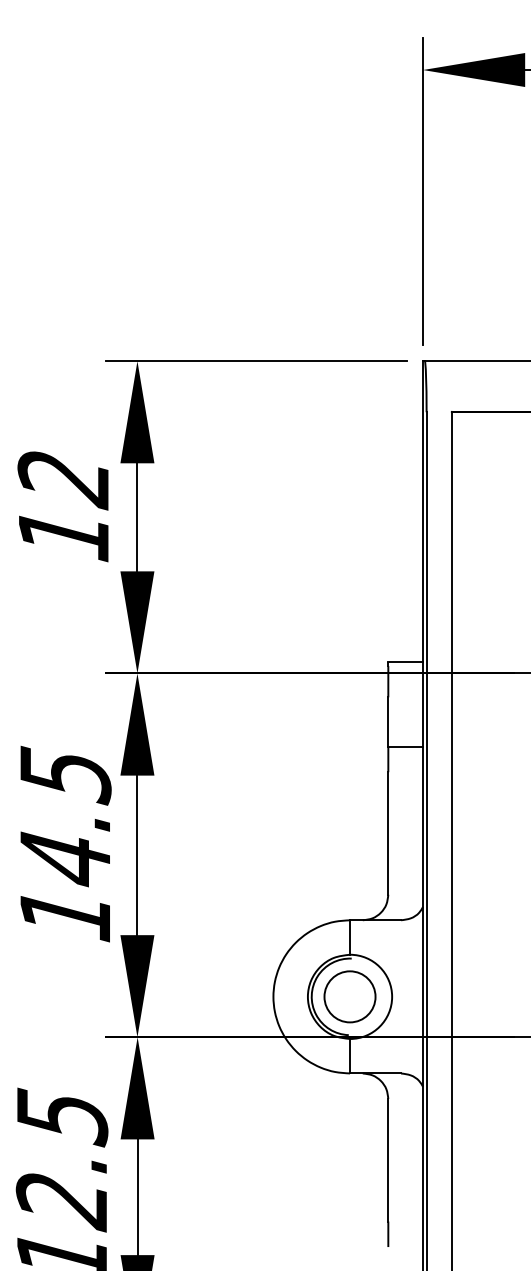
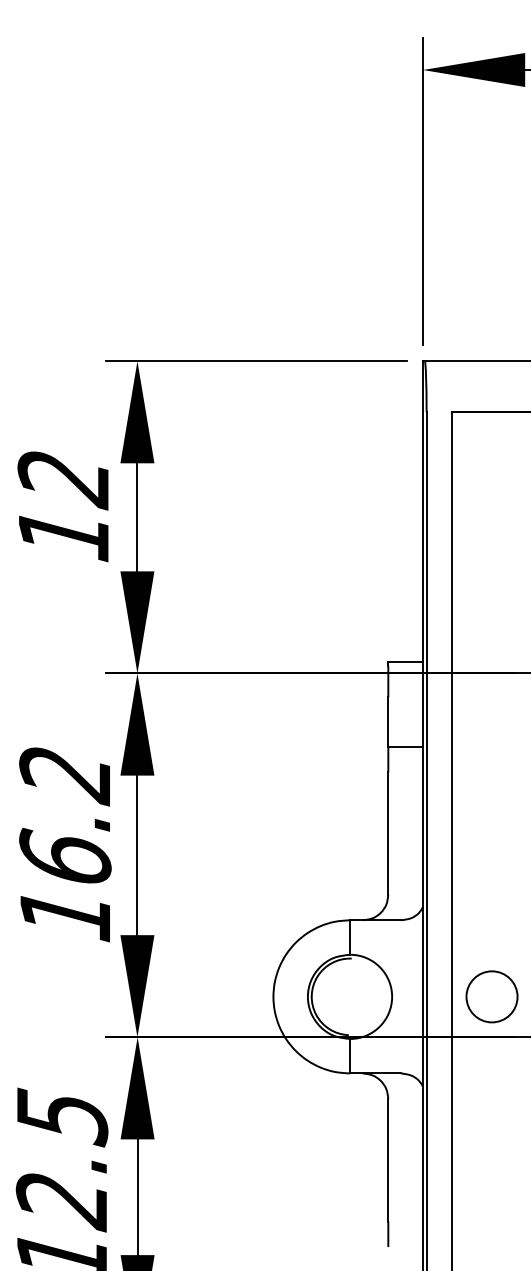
text at (65, 816): 14.5 -> 16.2
circle at (349, 996) position: (349, 996) -> (491, 996)
